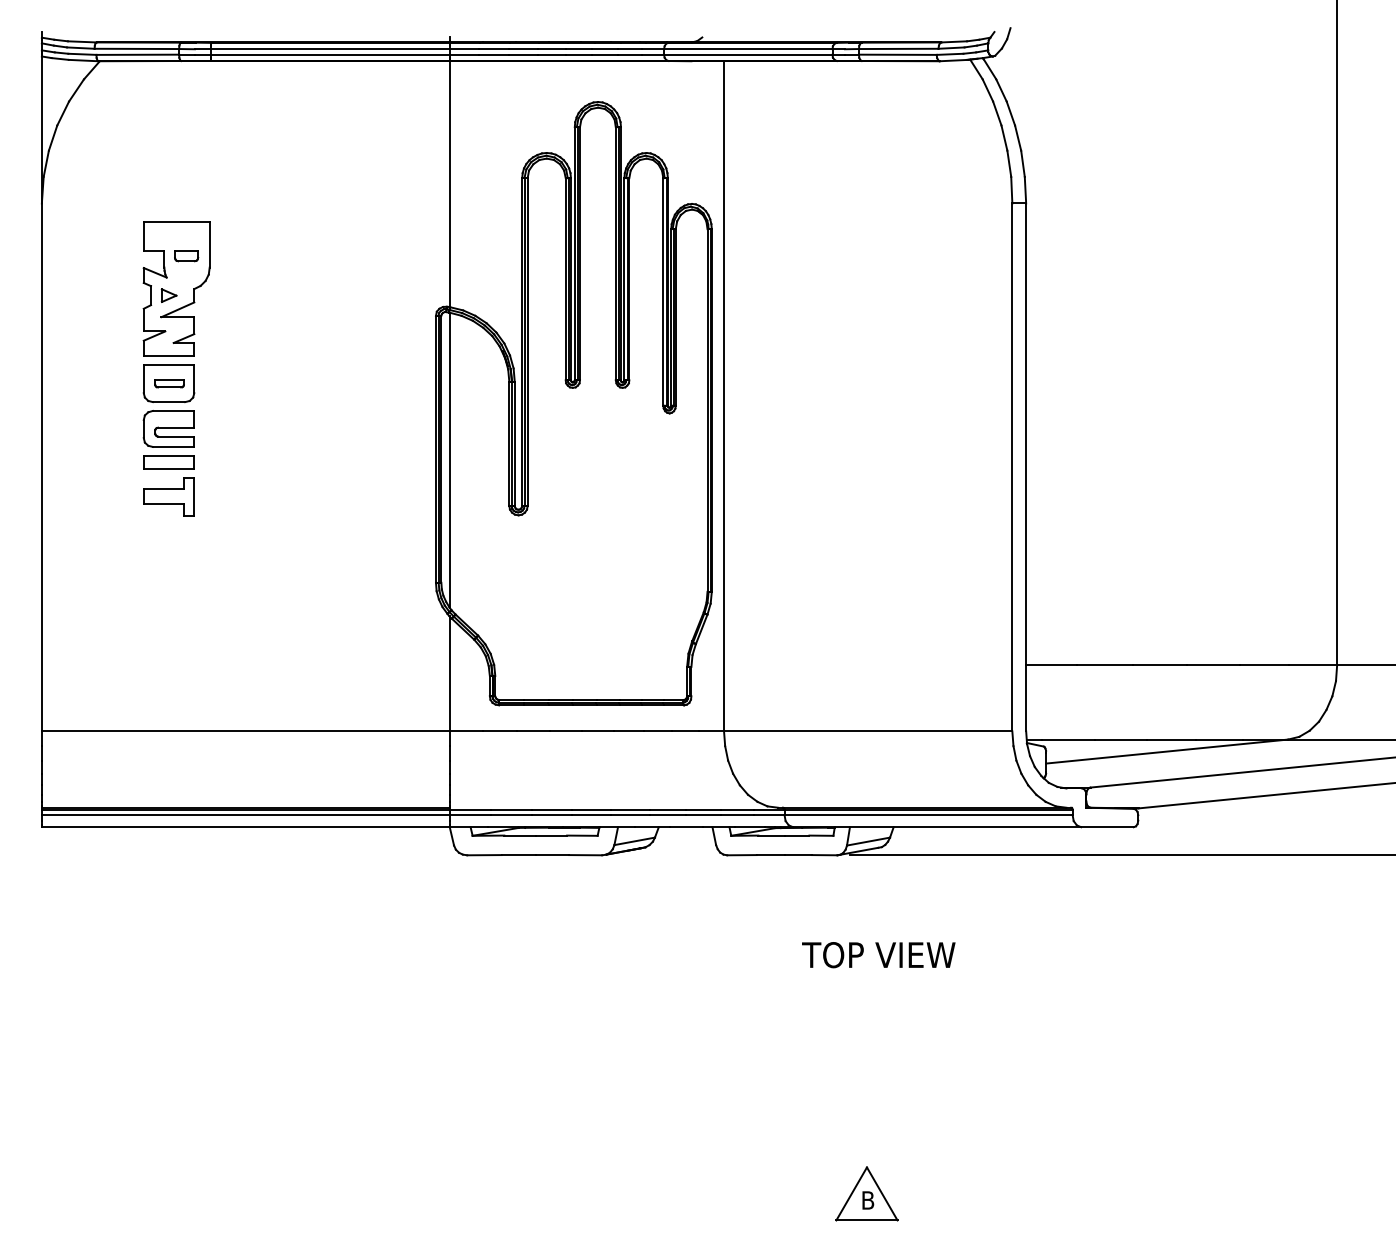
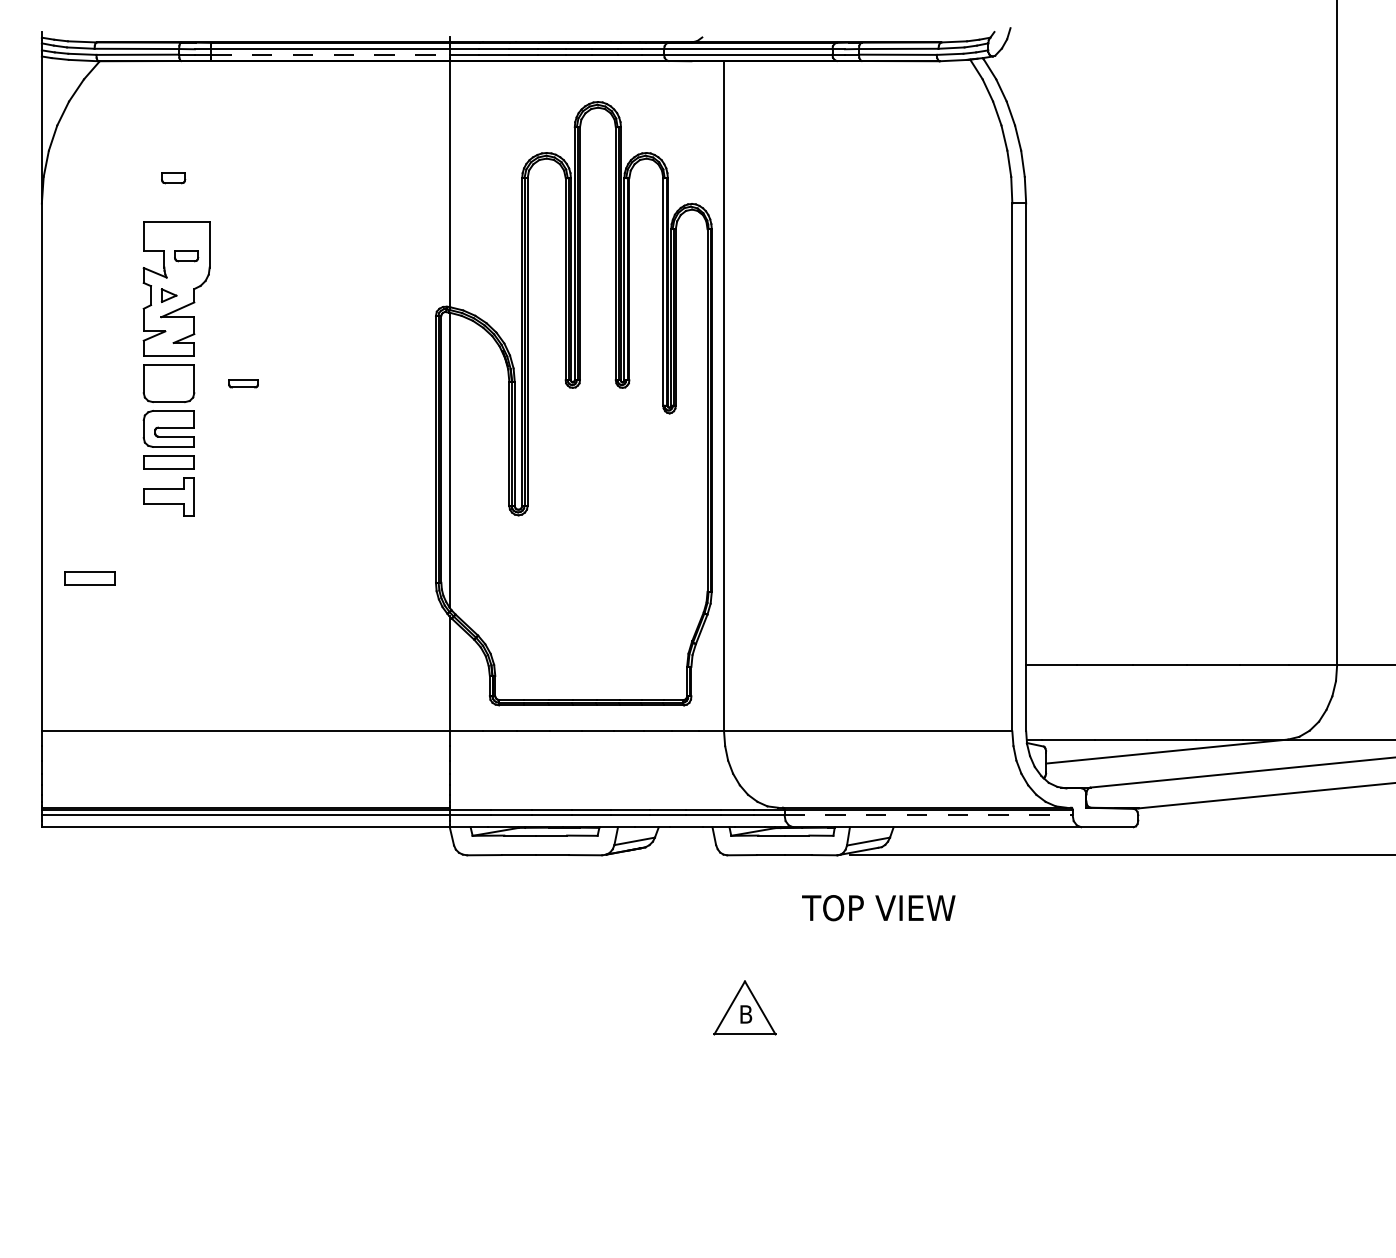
line at (330, 54): solid -> dashed
part at (173, 178): none -> present
part at (169, 383) position: (169, 383) -> (243, 383)
part at (89, 578): none -> present
line at (929, 814): solid -> dashed
text at (878, 955) position: (878, 955) -> (878, 908)
part at (866, 1193) position: (866, 1193) -> (744, 1007)
